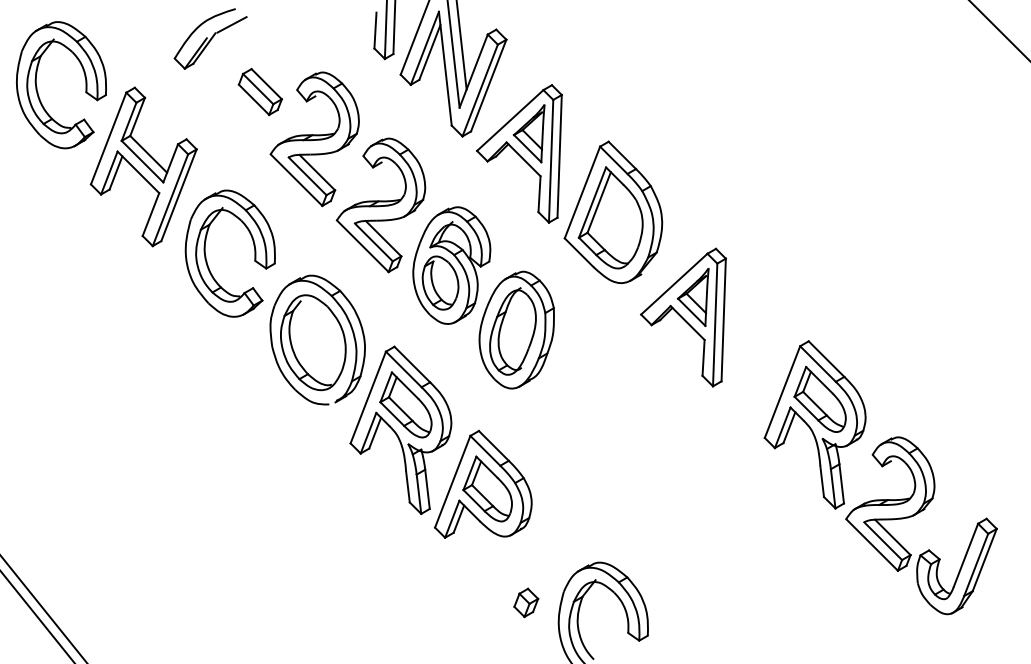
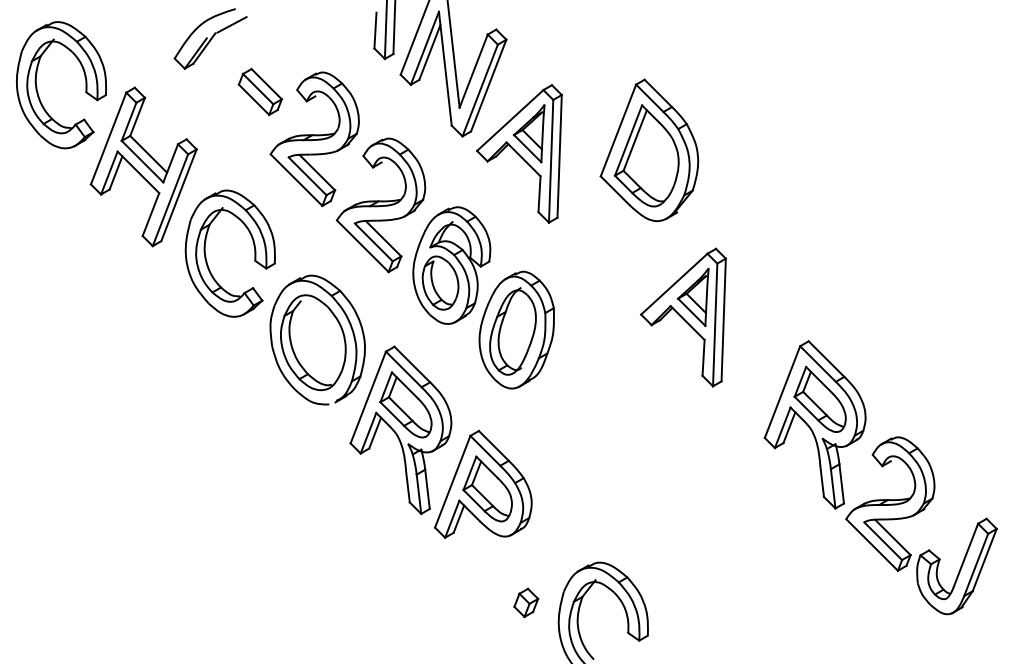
line at (998, 30): present -> none
line at (461, 45): present -> none
part at (613, 211) position: (613, 211) -> (649, 149)
line at (43, 608): present -> none
line at (37, 616): present -> none
